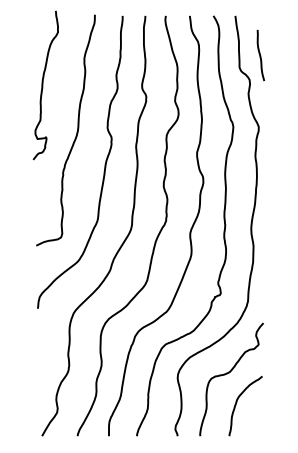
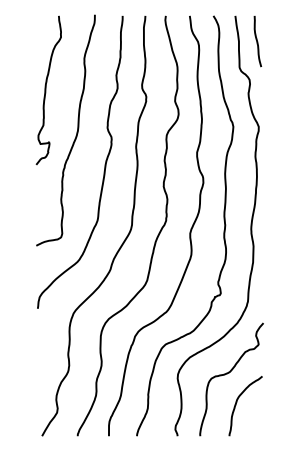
curve at (260, 55) position: (260, 55) -> (257, 41)
curve at (43, 85) position: (43, 85) -> (46, 90)
